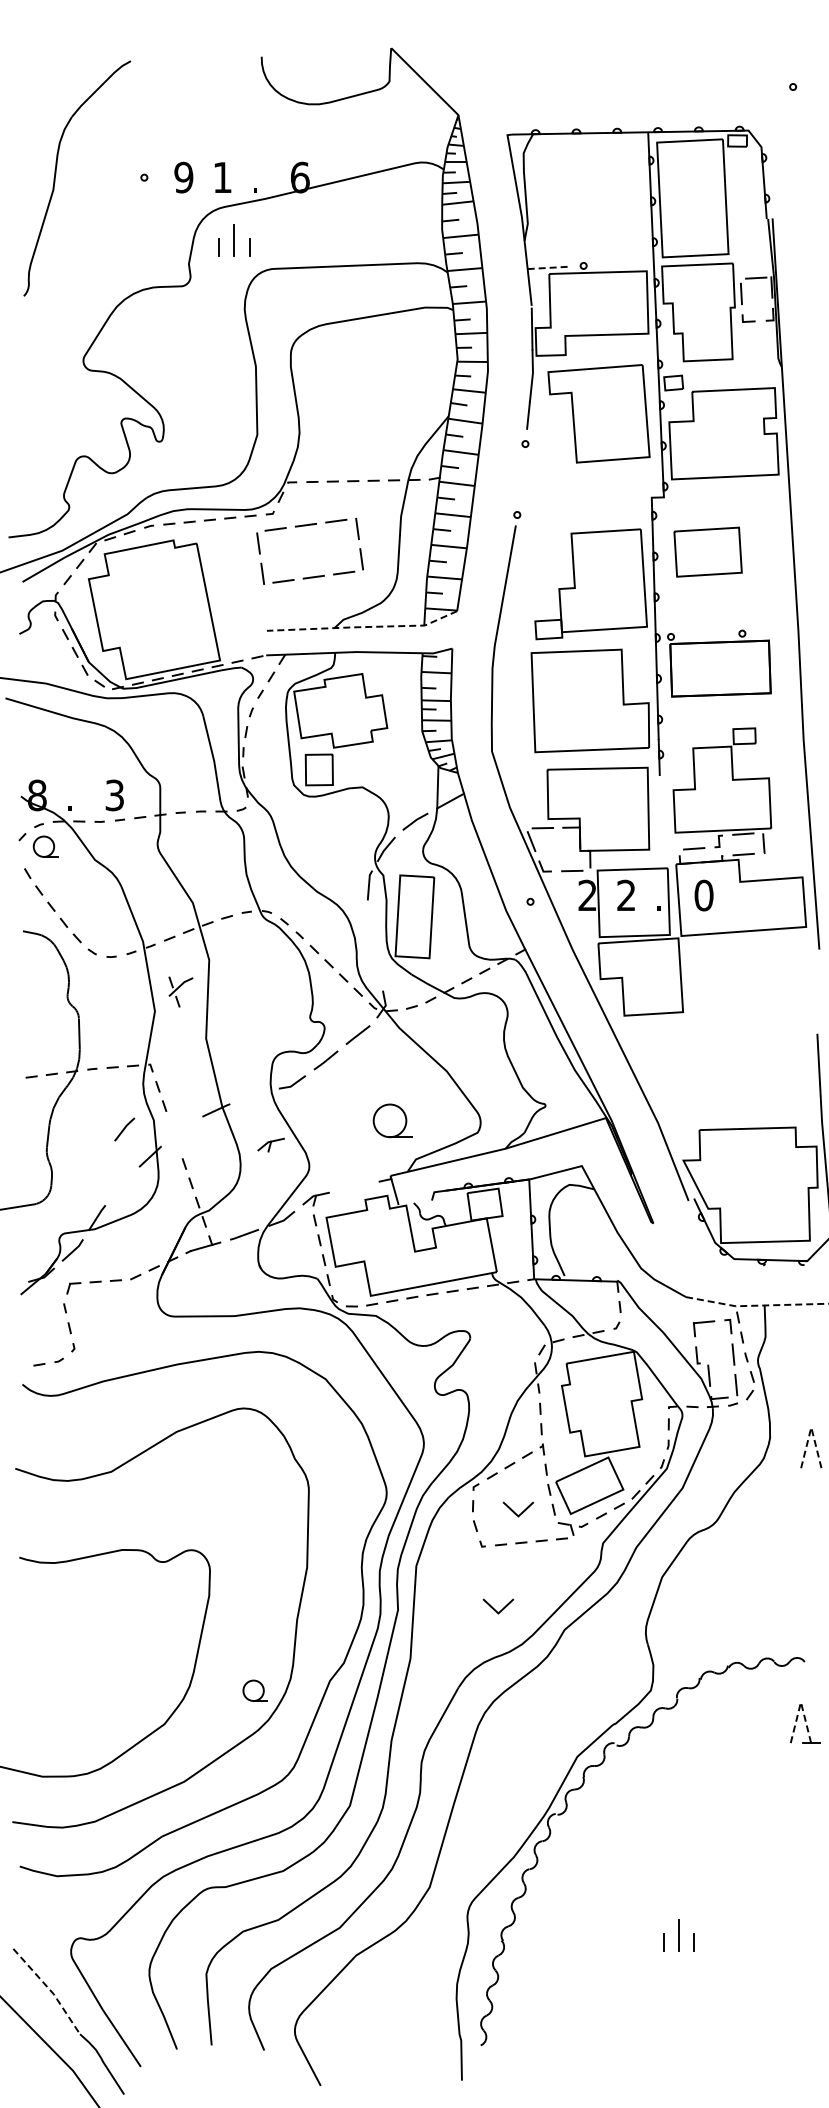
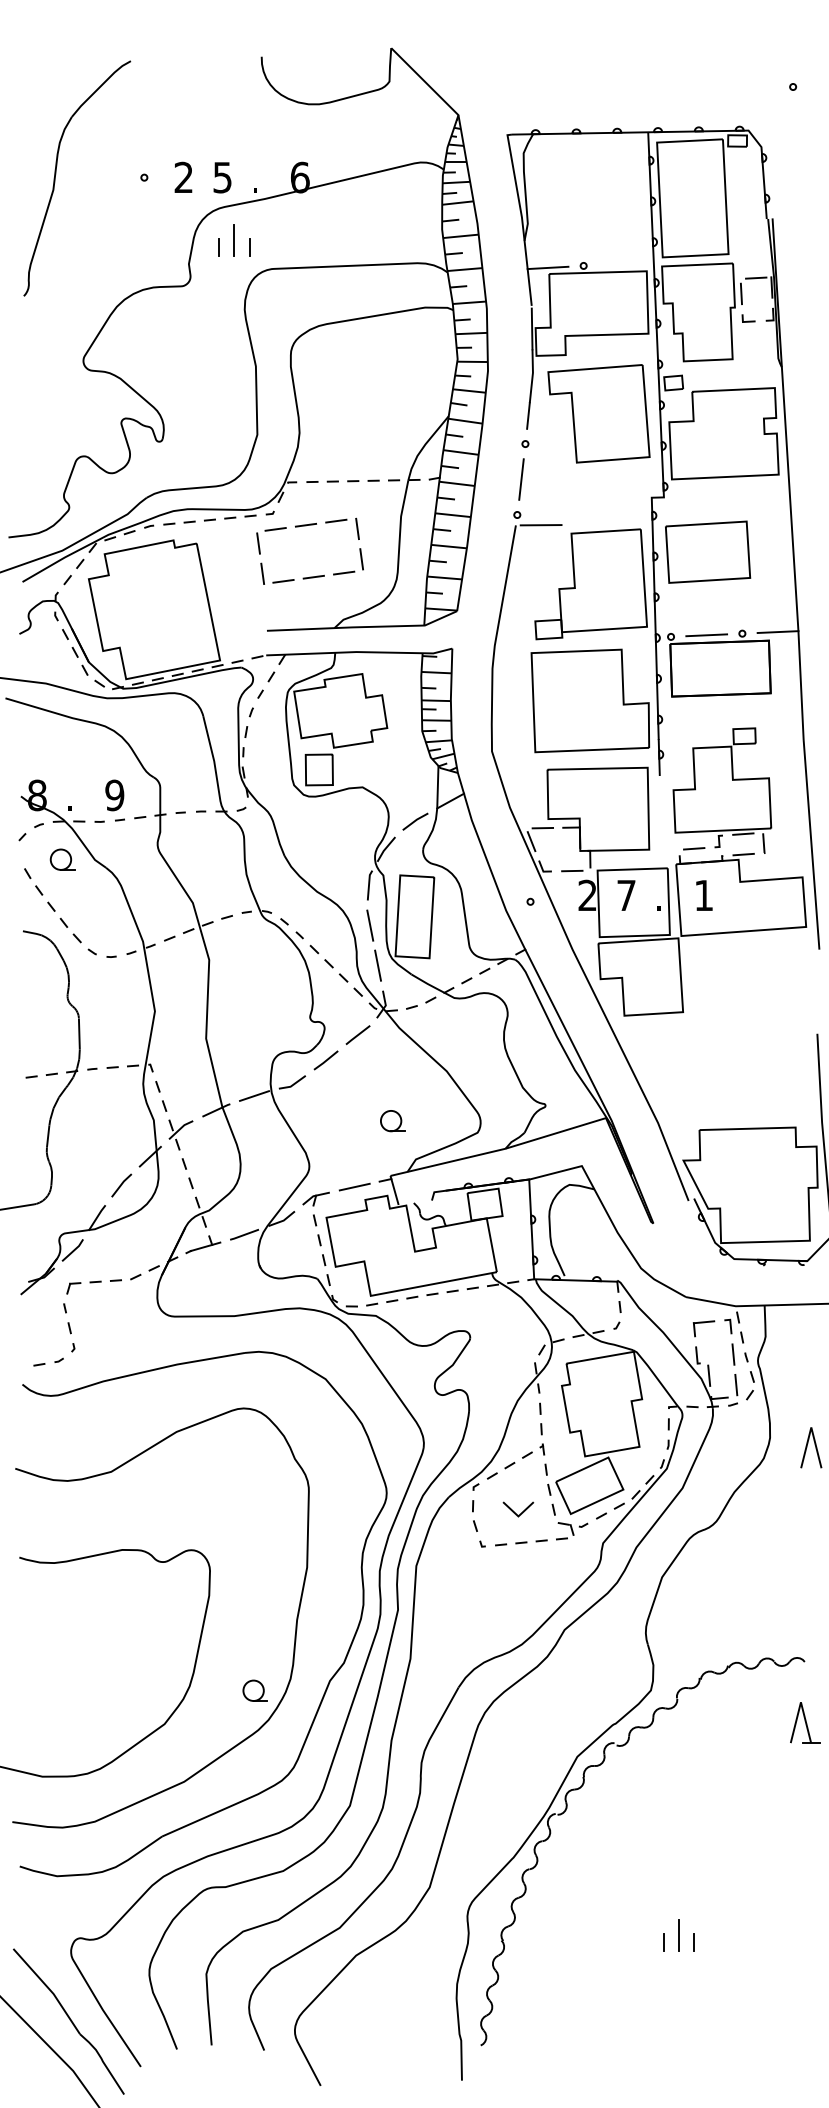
text at (183, 177): 9 -> 2
text at (222, 177): 1 -> 5
line at (548, 267): dashed -> solid
line at (521, 479): none -> present
line at (540, 525): none -> present
part at (707, 551) size: 70x52 px -> 87x64 px
line at (363, 627): dashed -> solid
line at (777, 632): none -> present
line at (706, 635): none -> present
text at (114, 795): 3 -> 9
part at (45, 846) position: (45, 846) -> (62, 859)
text at (626, 894): 2 -> 7
text at (703, 895): 0 -> 1
line at (370, 925): none -> present
line at (378, 965): none -> present
part at (180, 991) position: (180, 991) -> (180, 1134)
line at (254, 1095): none -> present
part at (392, 1120) size: 41x36 px -> 26x23 px
line at (124, 1129) position: (124, 1129) -> (121, 1185)
part at (270, 1144): present -> none
line at (354, 1186): none -> present
line at (756, 1305): dashed -> solid
line at (811, 1427): dashed -> solid
line at (495, 1609): present -> none
line at (800, 1702): dashed -> solid
line at (50, 1990): dashed -> solid
